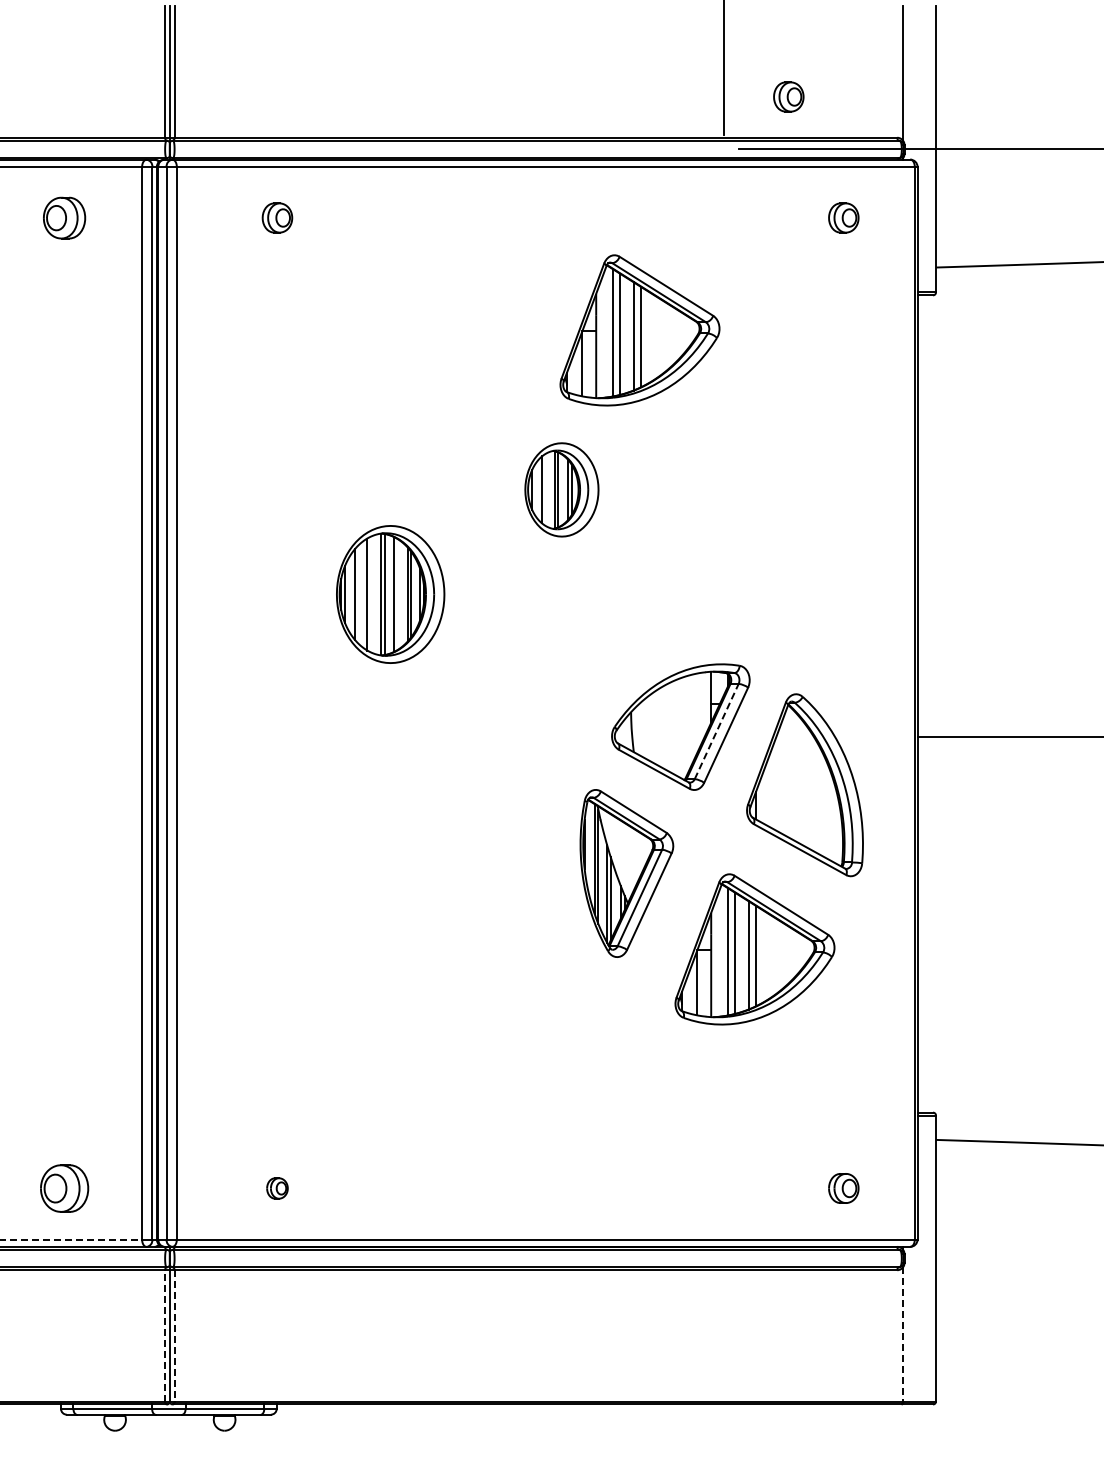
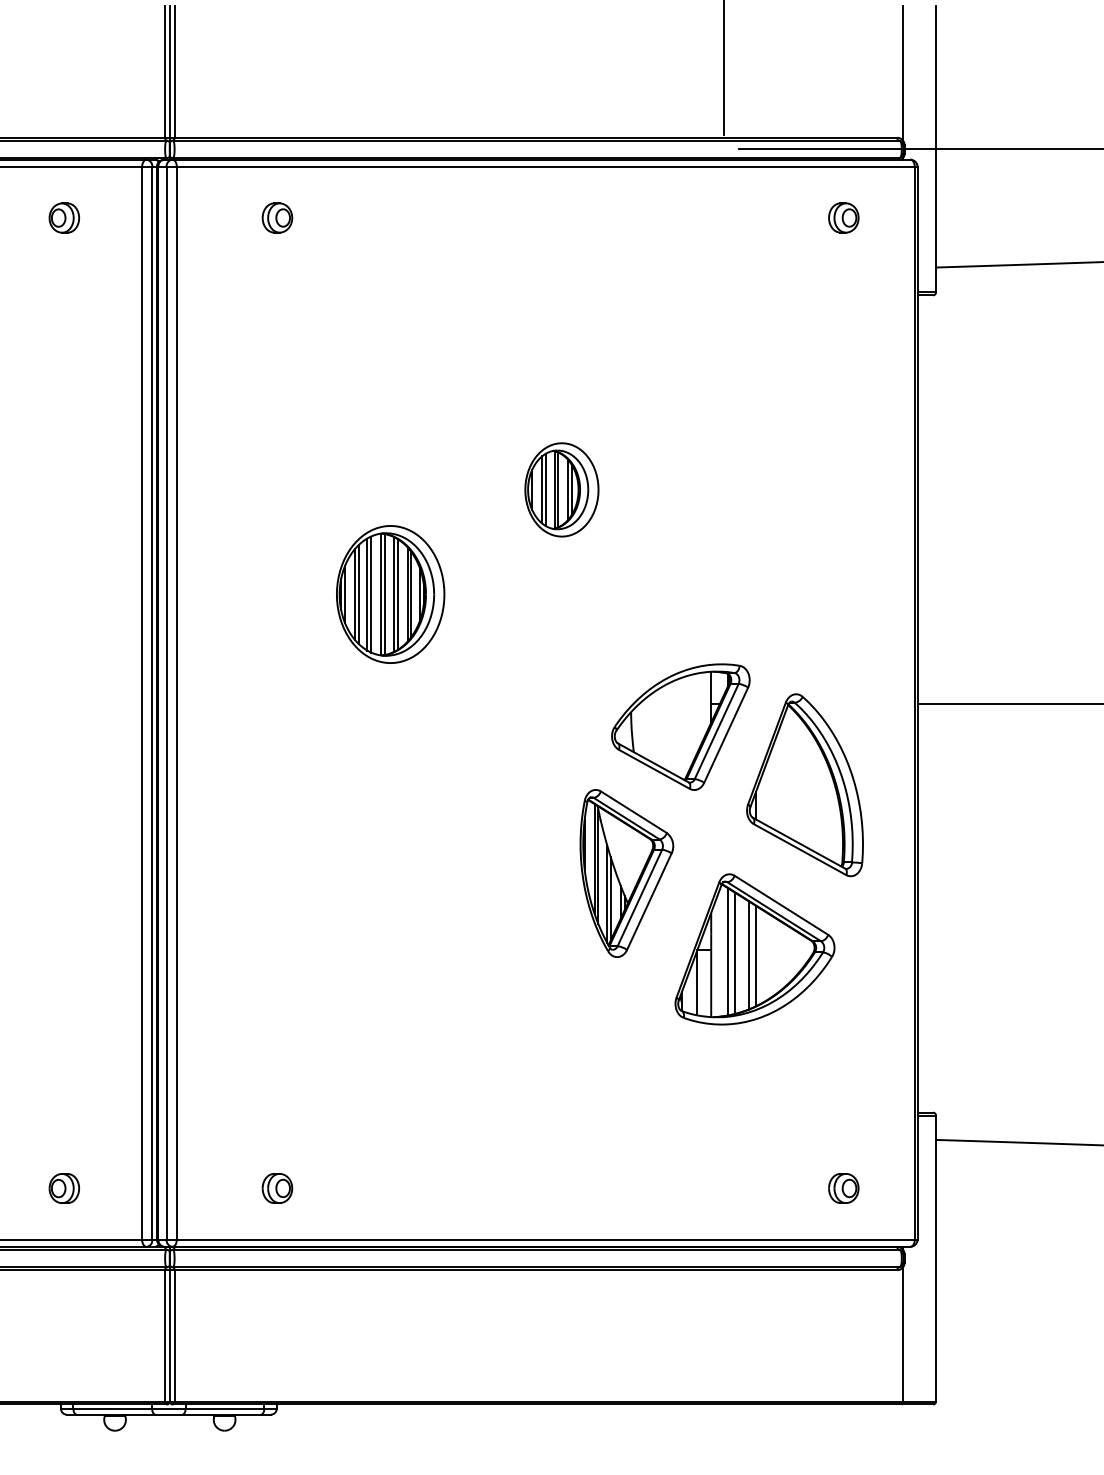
part at (788, 96): present -> none
part at (64, 217) size: 44x44 px -> 32x32 px
part at (639, 330): present -> none
line at (545, 489): none -> present
line at (358, 594): none -> present
line at (371, 594): none -> present
line at (397, 594): none -> present
line at (716, 731): dashed -> solid
line at (1008, 736) position: (1008, 736) -> (1008, 703)
part at (64, 1188) size: 50x49 px -> 32x31 px
part at (277, 1188) size: 23x23 px -> 33x31 px
line at (71, 1239): dashed -> solid
line at (903, 1334): dashed -> solid
line at (165, 1335): dashed -> solid
line at (174, 1335): dashed -> solid
